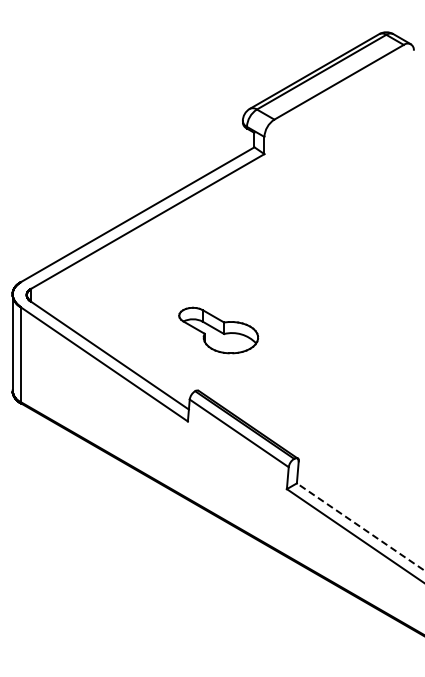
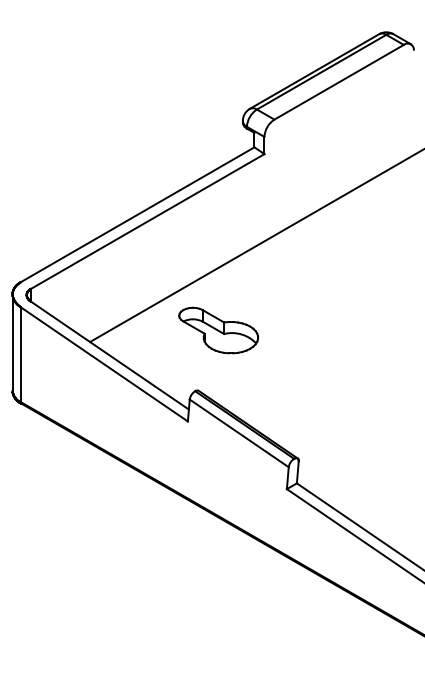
line at (255, 246): none -> present
line at (360, 526): dashed -> solid
